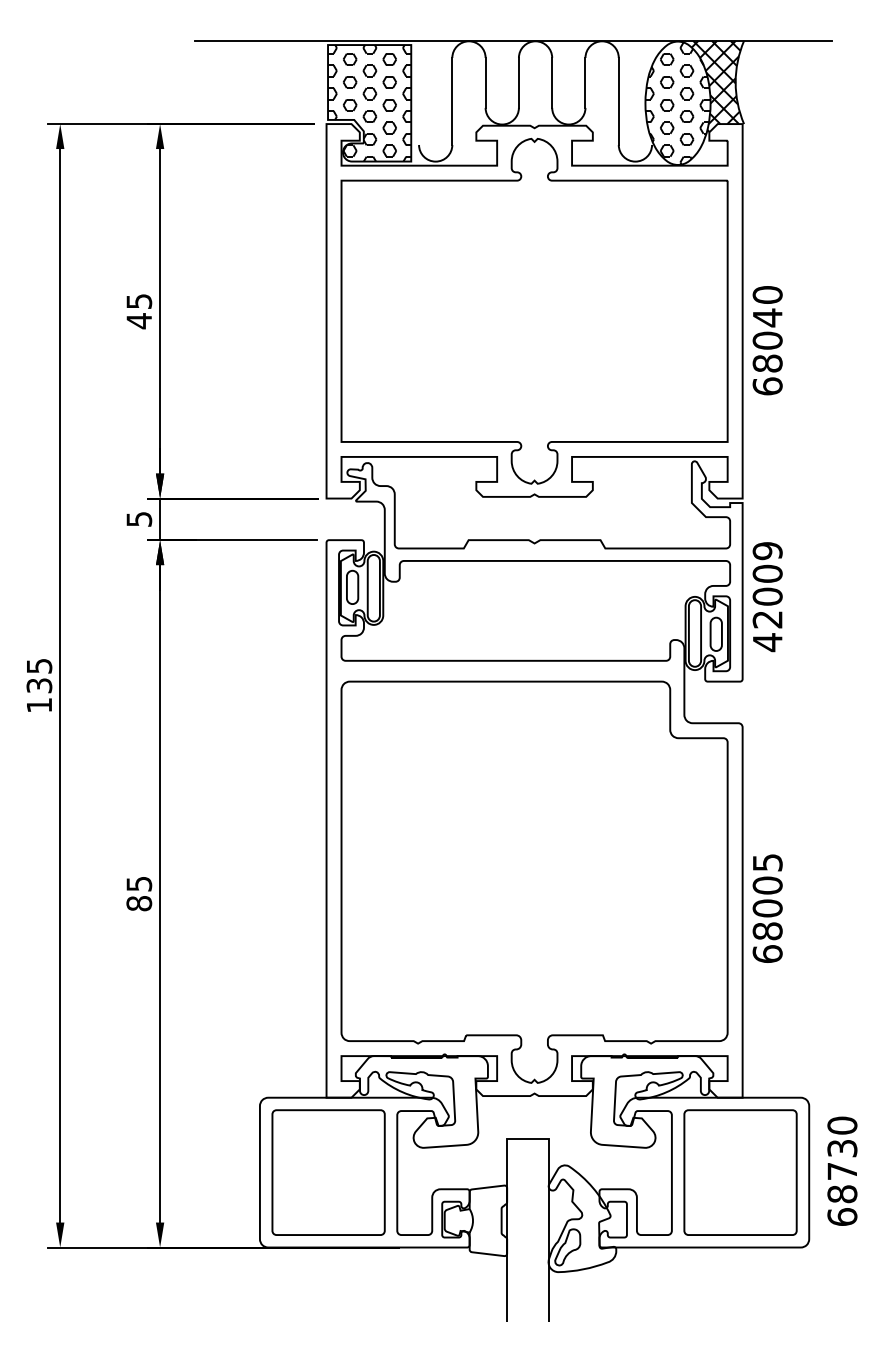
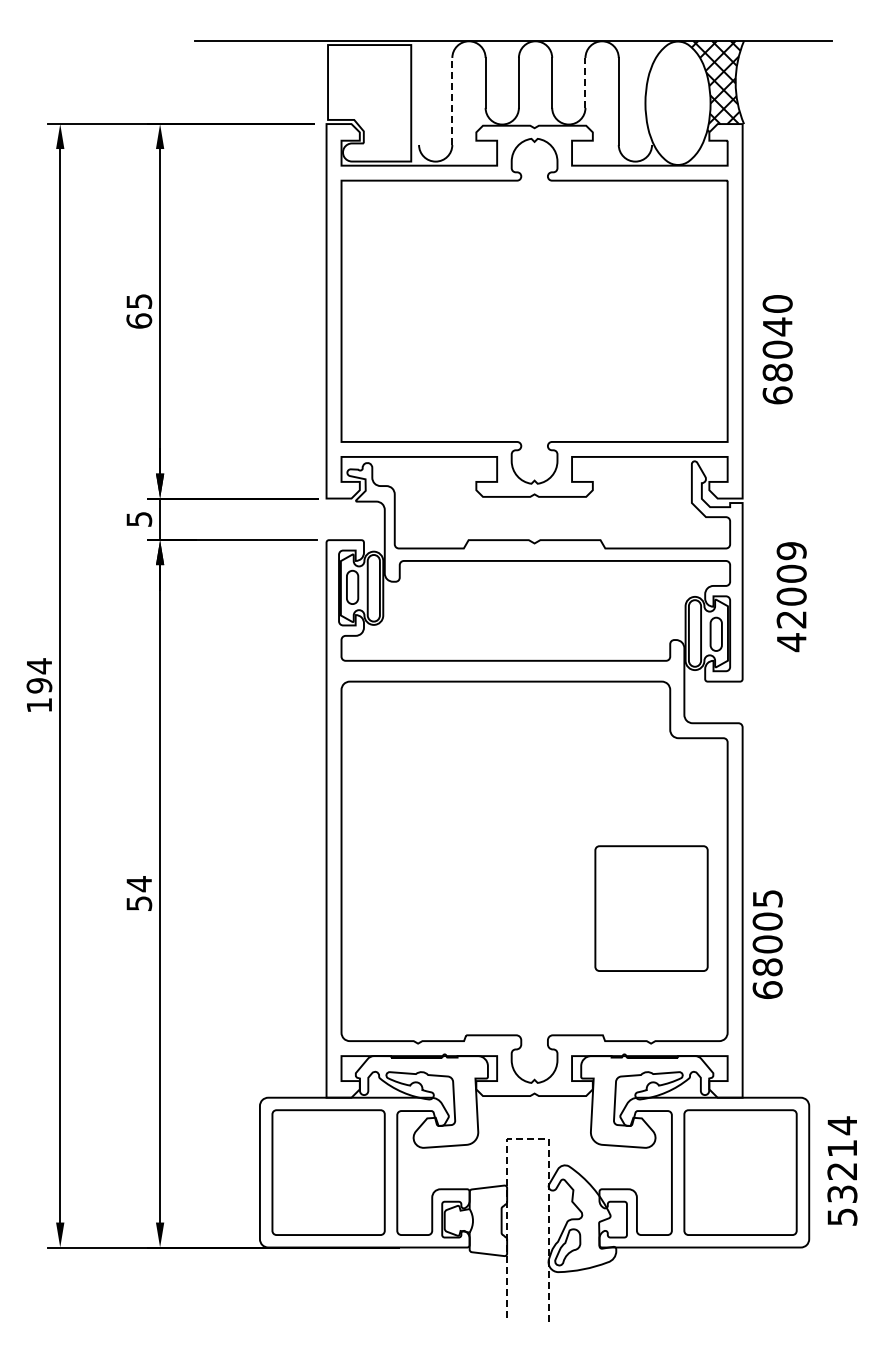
line at (585, 82): solid -> dashed
line at (452, 101): solid -> dashed
hatch at (369, 103): present -> none
hatch at (677, 103): present -> none
text at (139, 321): 45 -> 65
text at (767, 340) position: (767, 340) -> (777, 349)
text at (767, 597) position: (767, 597) -> (791, 597)
text at (39, 675): 135 -> 194
text at (139, 893): 85 -> 54
part at (651, 908): none -> present
text at (767, 908) position: (767, 908) -> (767, 944)
line at (527, 1139): solid -> dashed
text at (842, 1170): 68730 -> 53214
